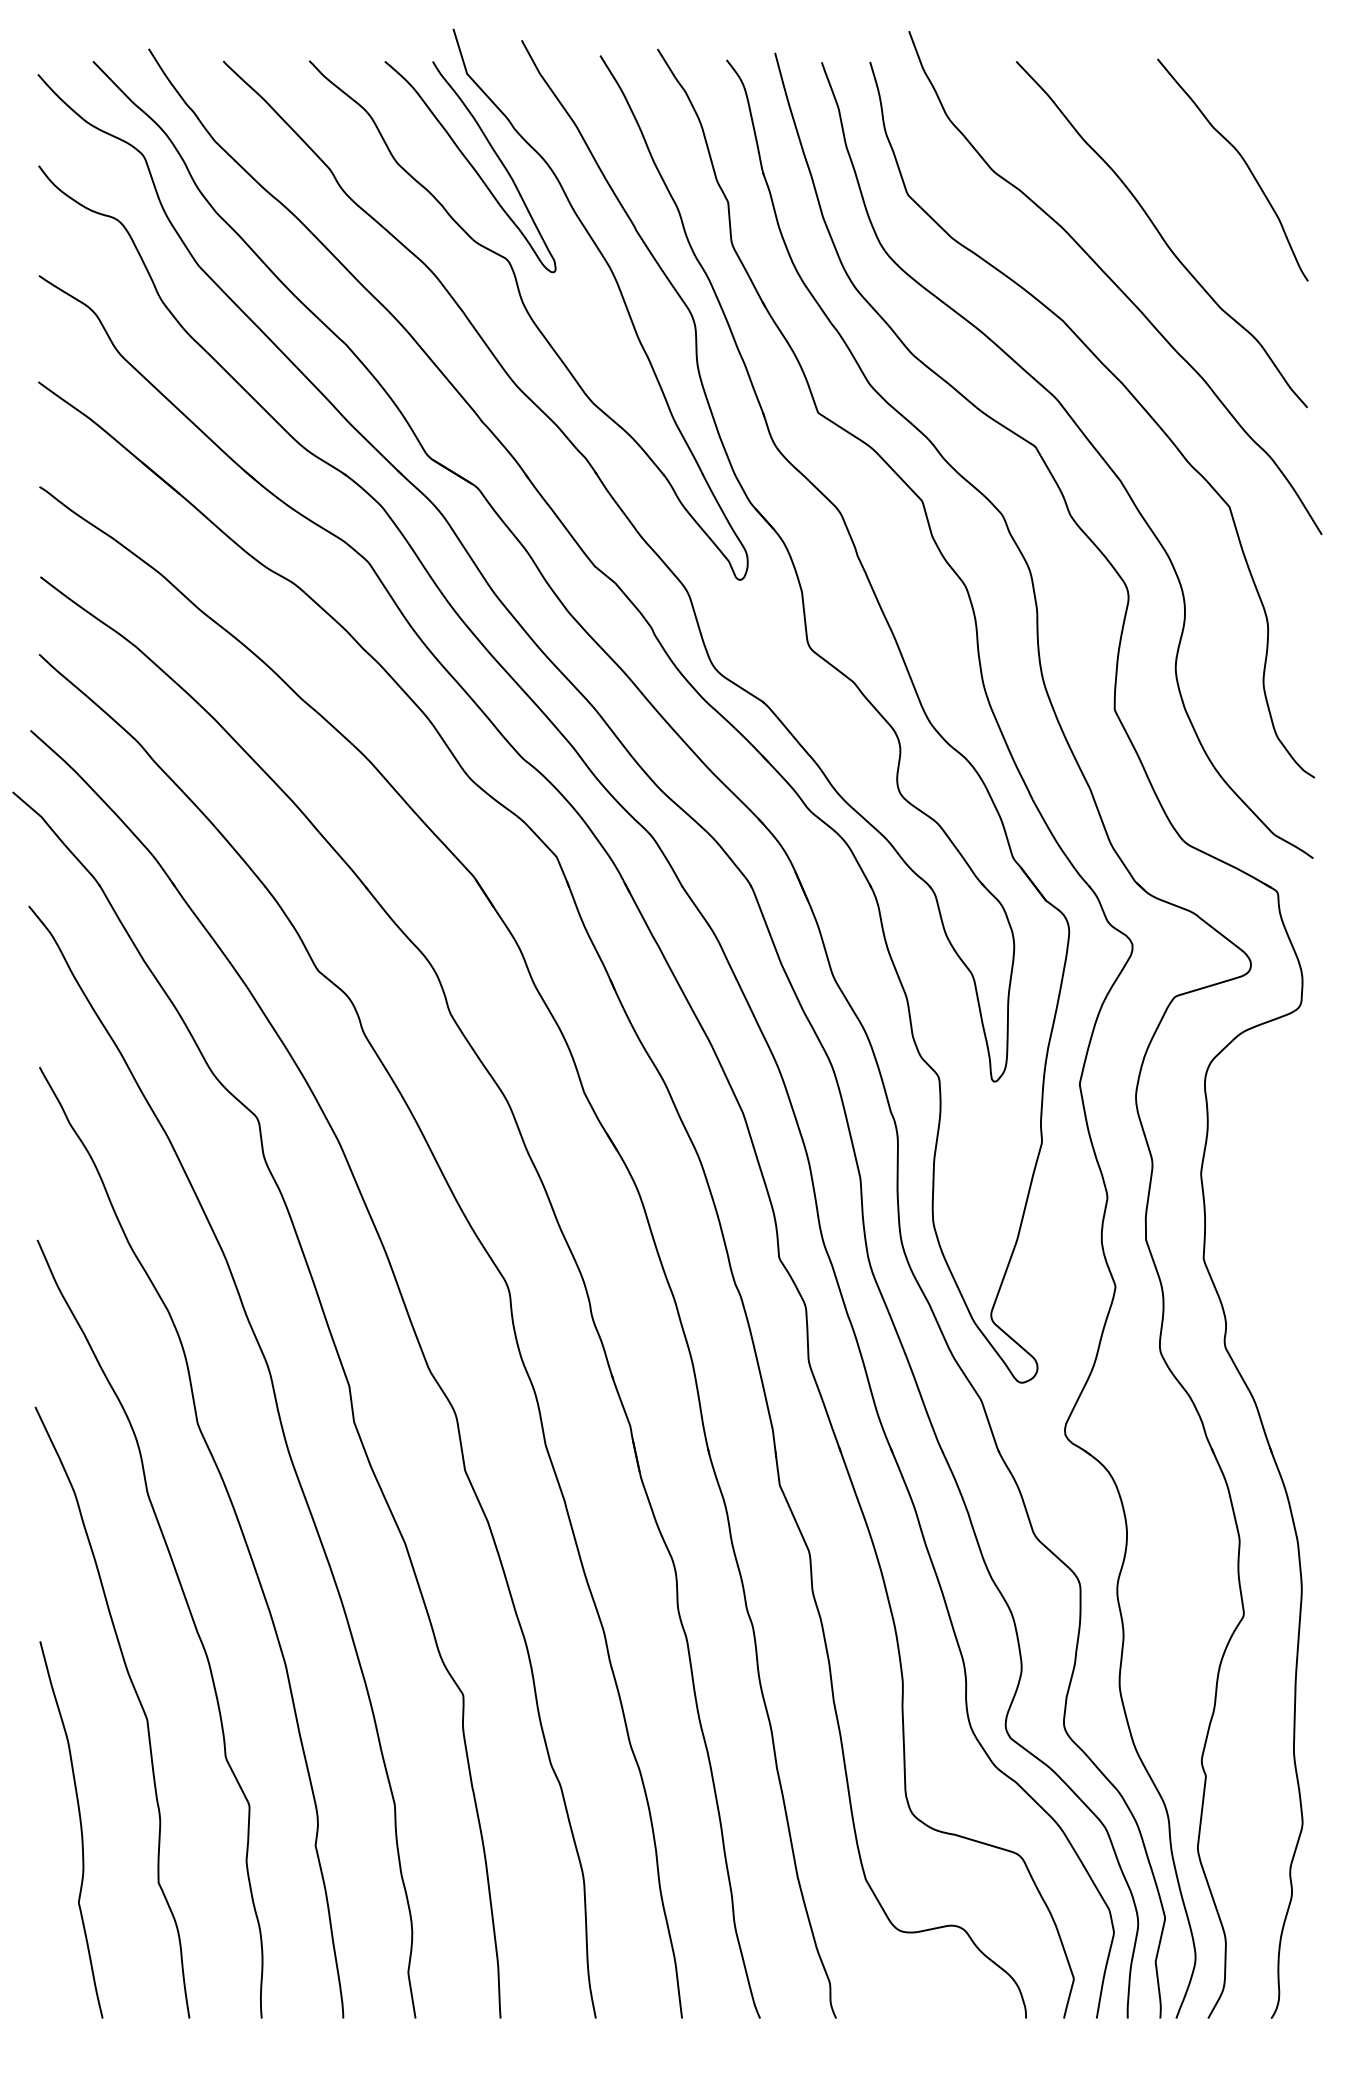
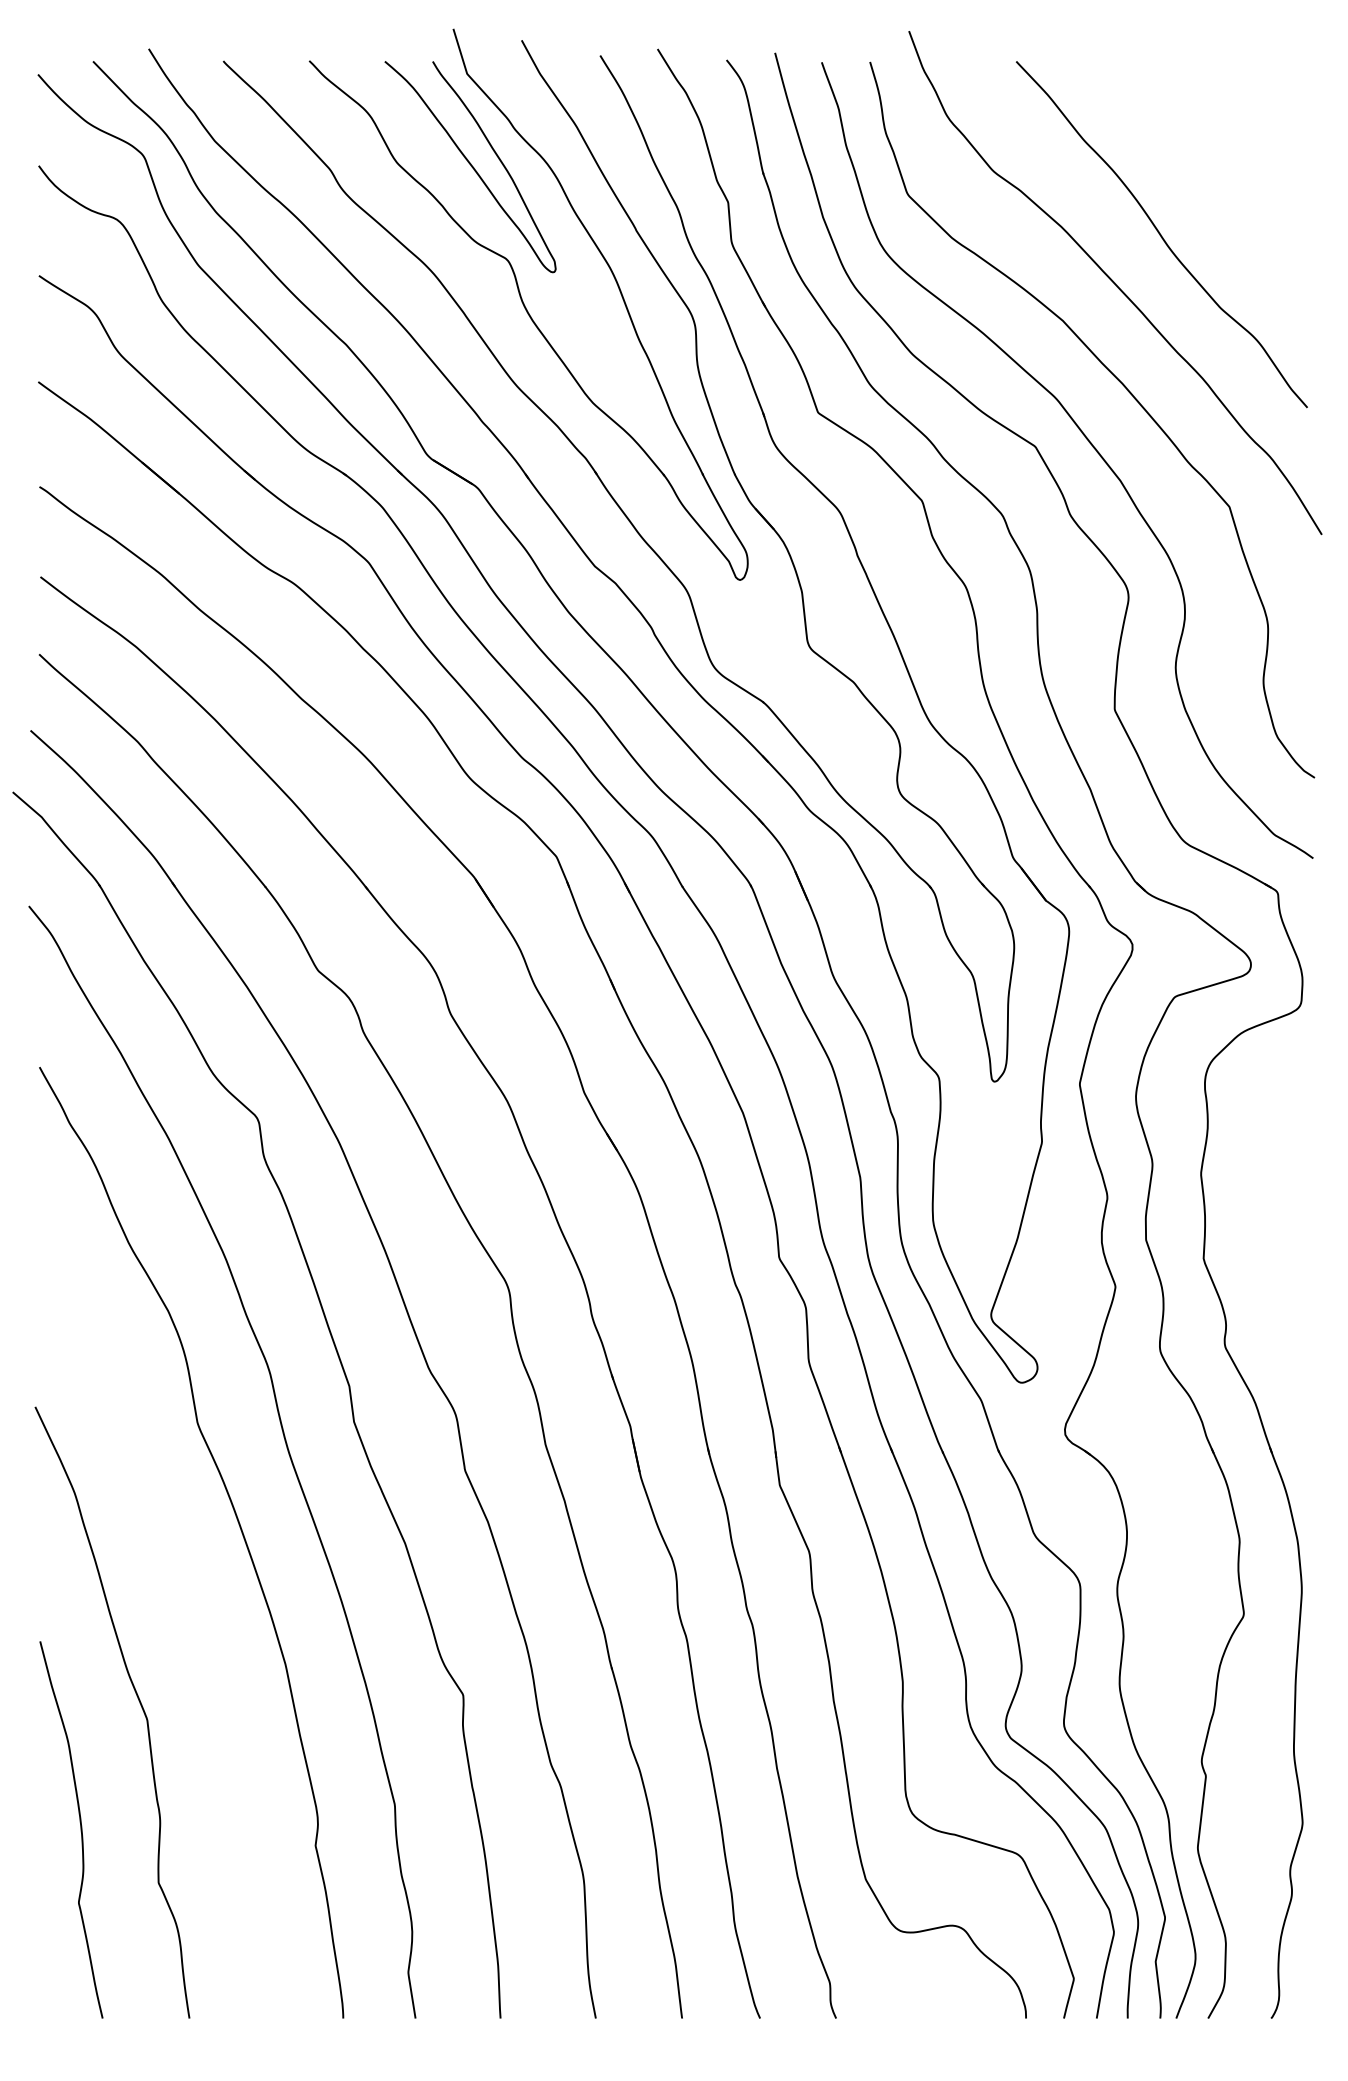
curve at (1243, 161): present -> none
curve at (189, 1613): present -> none
